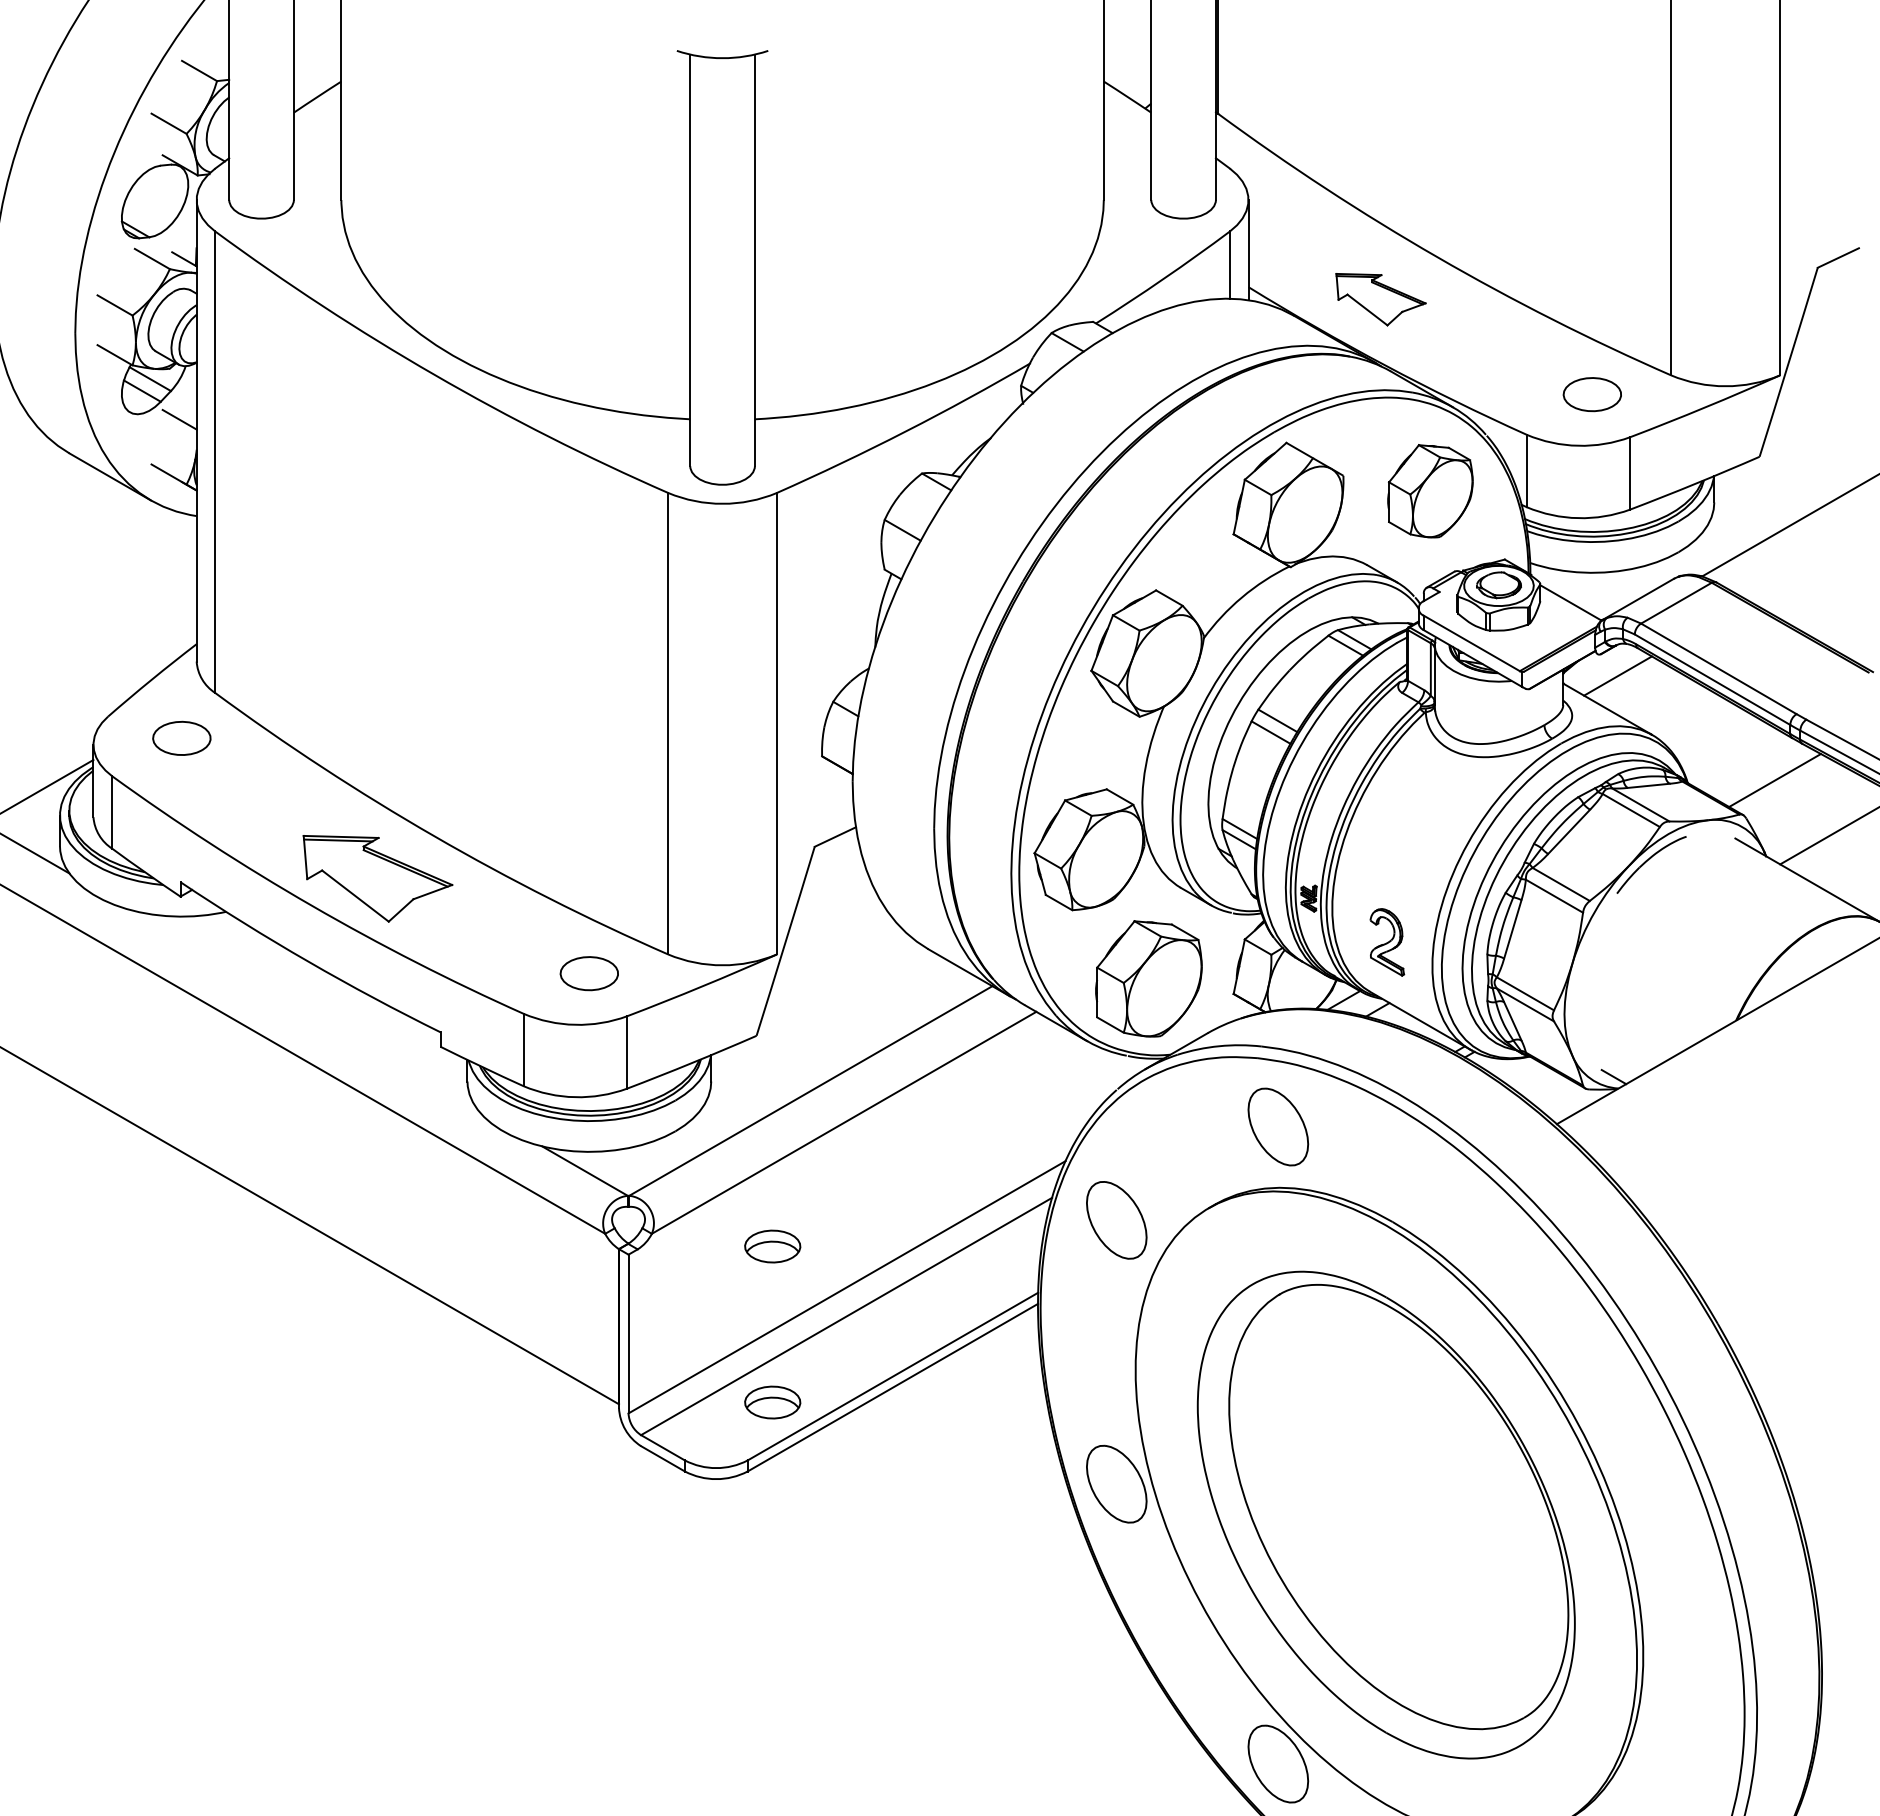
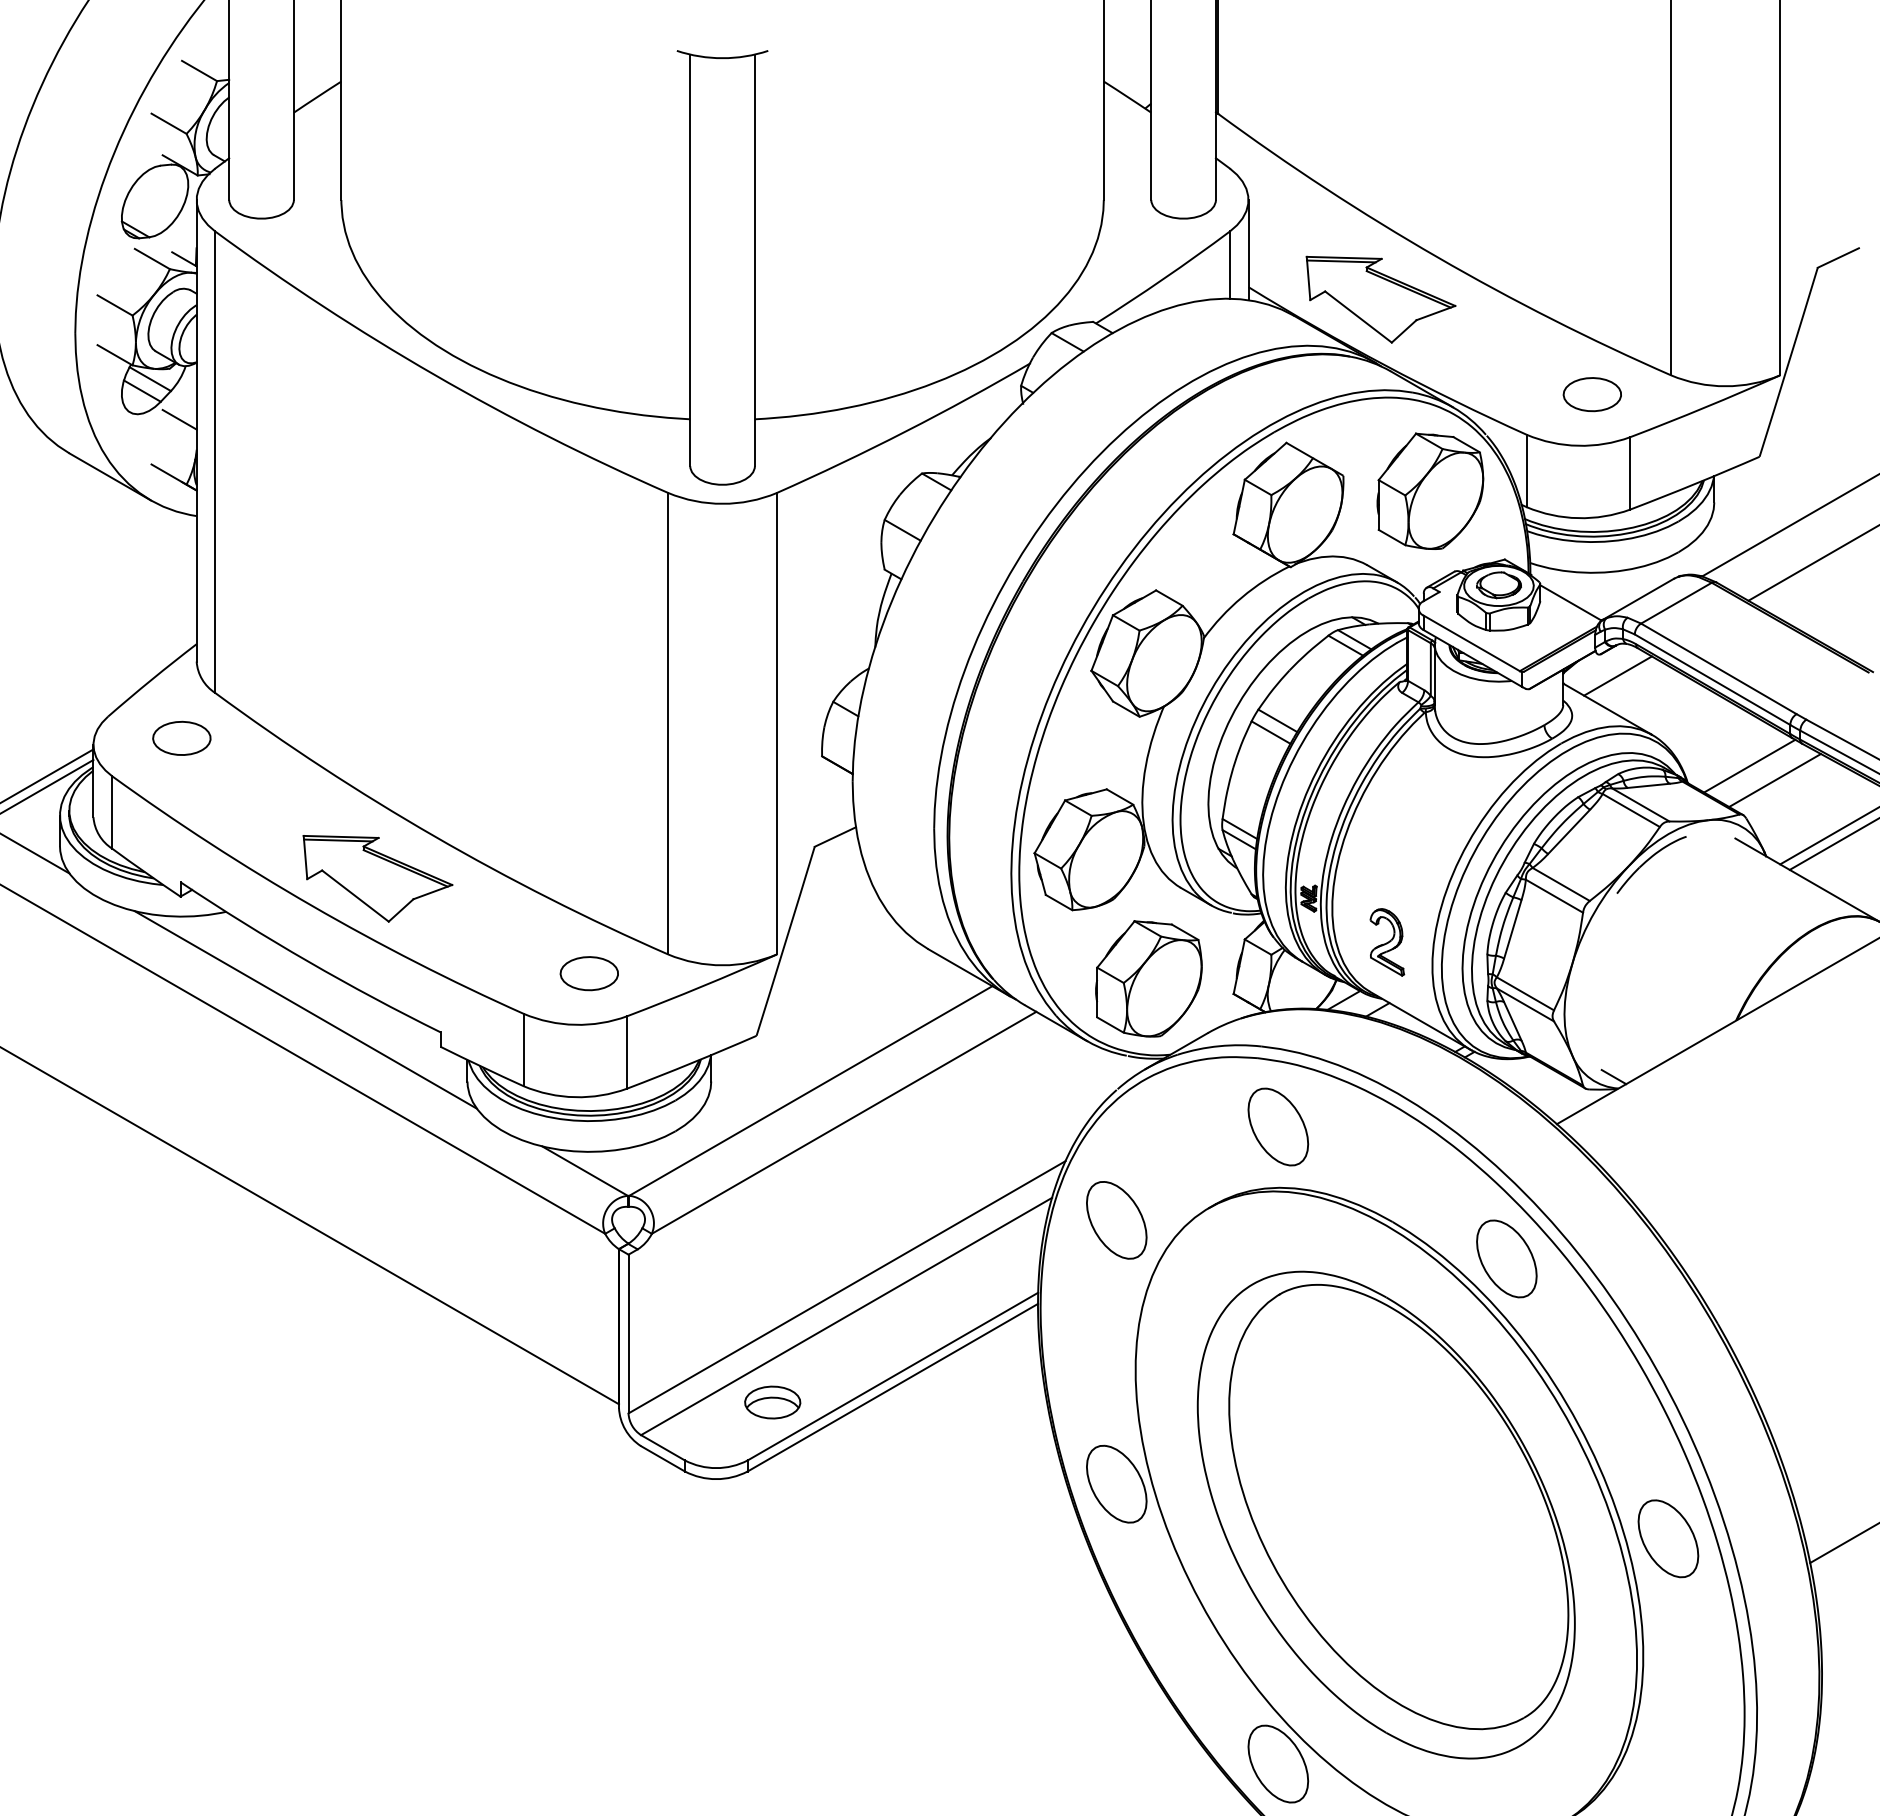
part at (1380, 299) size: 92x54 px -> 152x89 px
part at (1430, 491) size: 87x95 px -> 109x118 px
line at (1812, 563): none -> present
line at (1749, 765): none -> present
line at (47, 775): none -> present
line at (1832, 844): none -> present
line at (305, 1009): none -> present
part at (772, 1246): present -> none
part at (1506, 1258): none -> present
part at (1668, 1538): none -> present
line at (1843, 1543): none -> present
